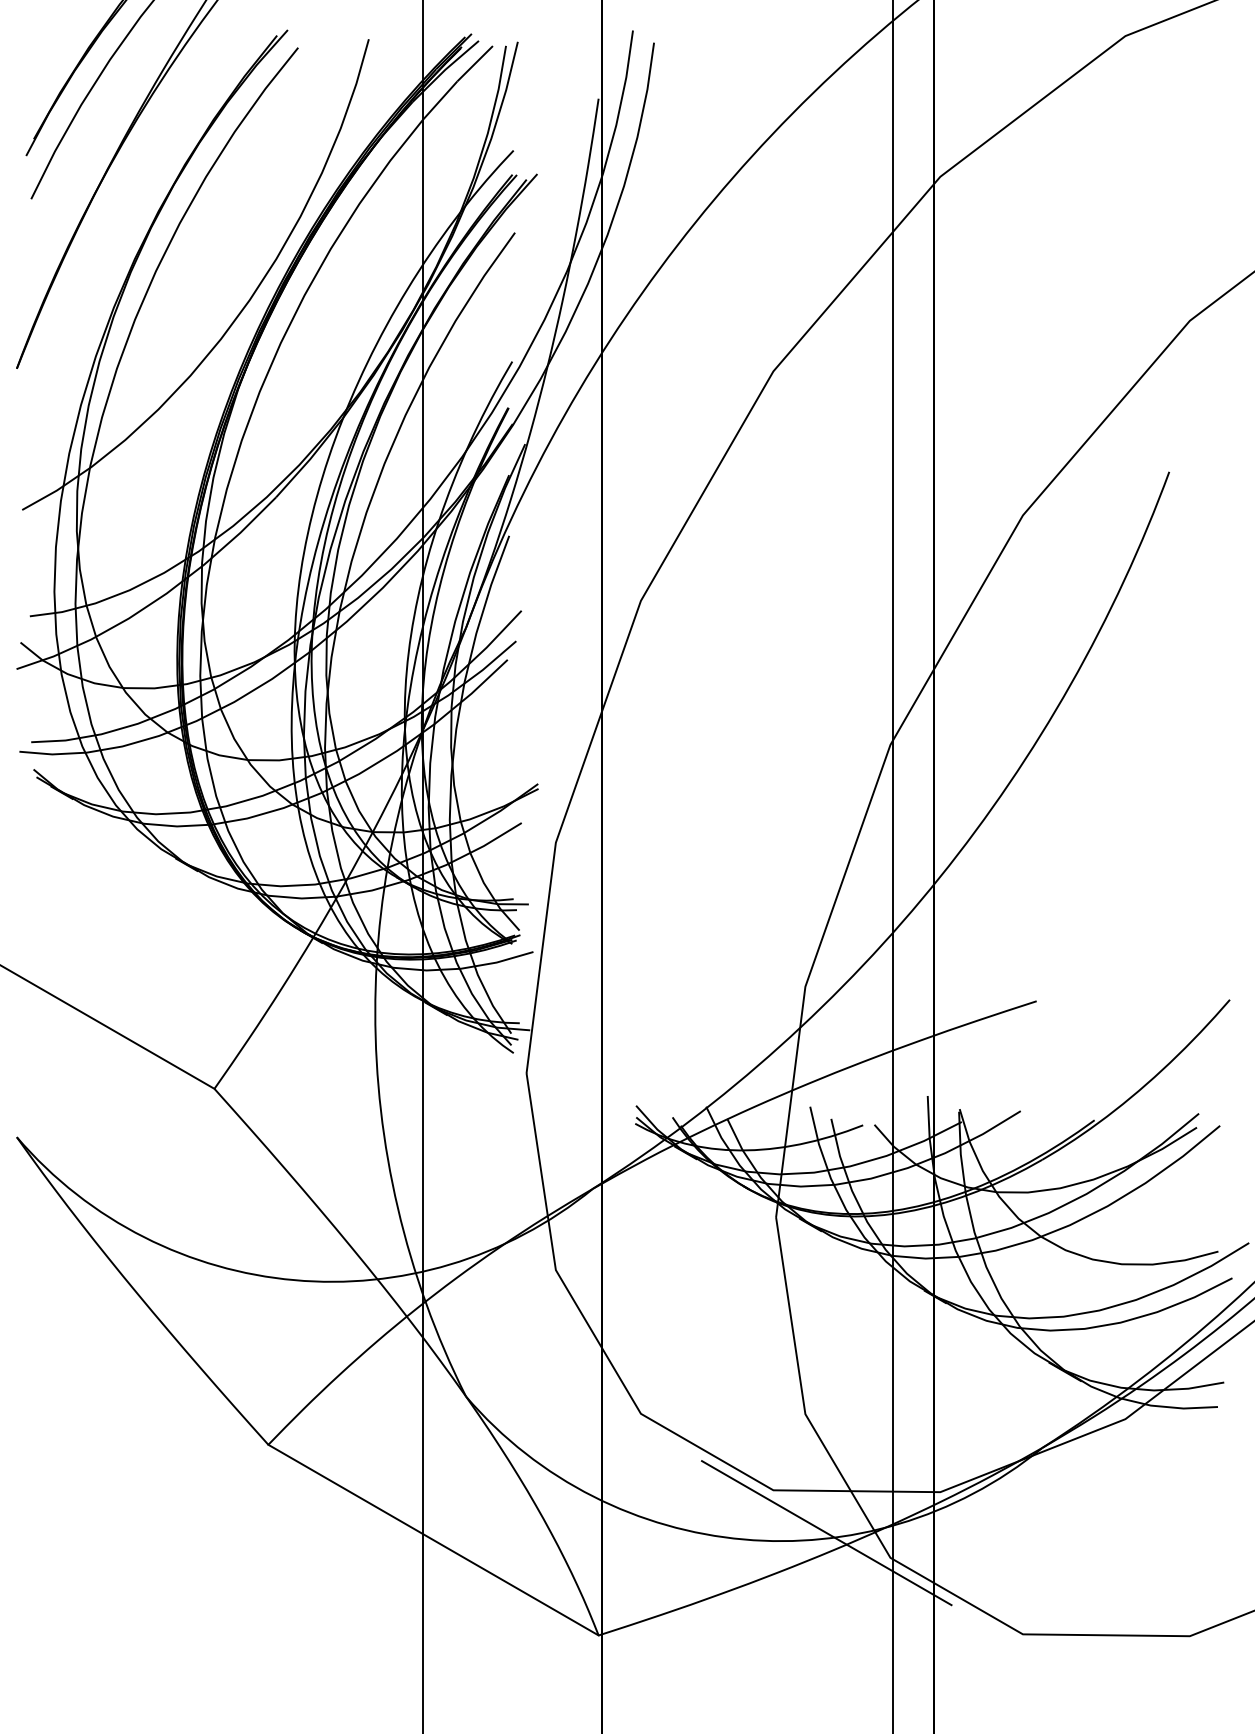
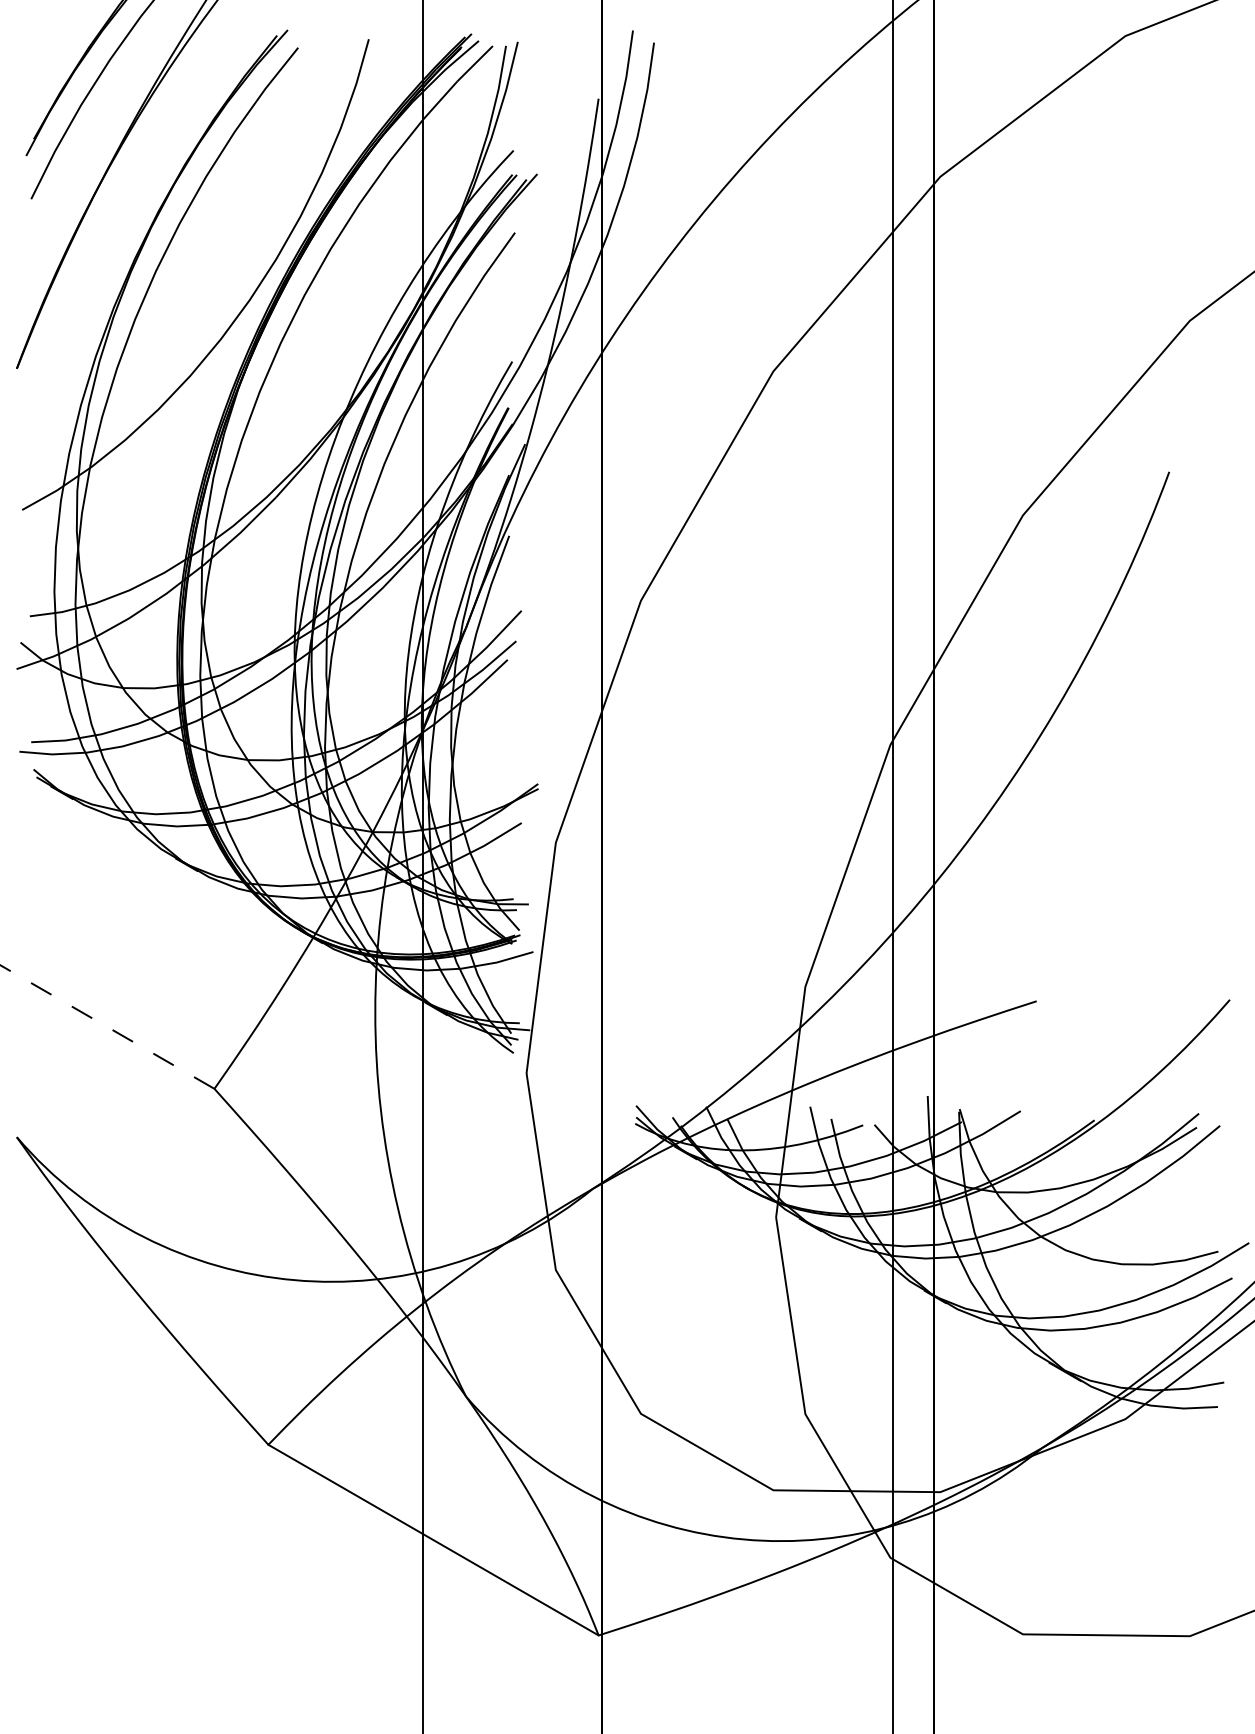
line at (107, 1026): solid -> dashed
line at (826, 1533): present -> none
